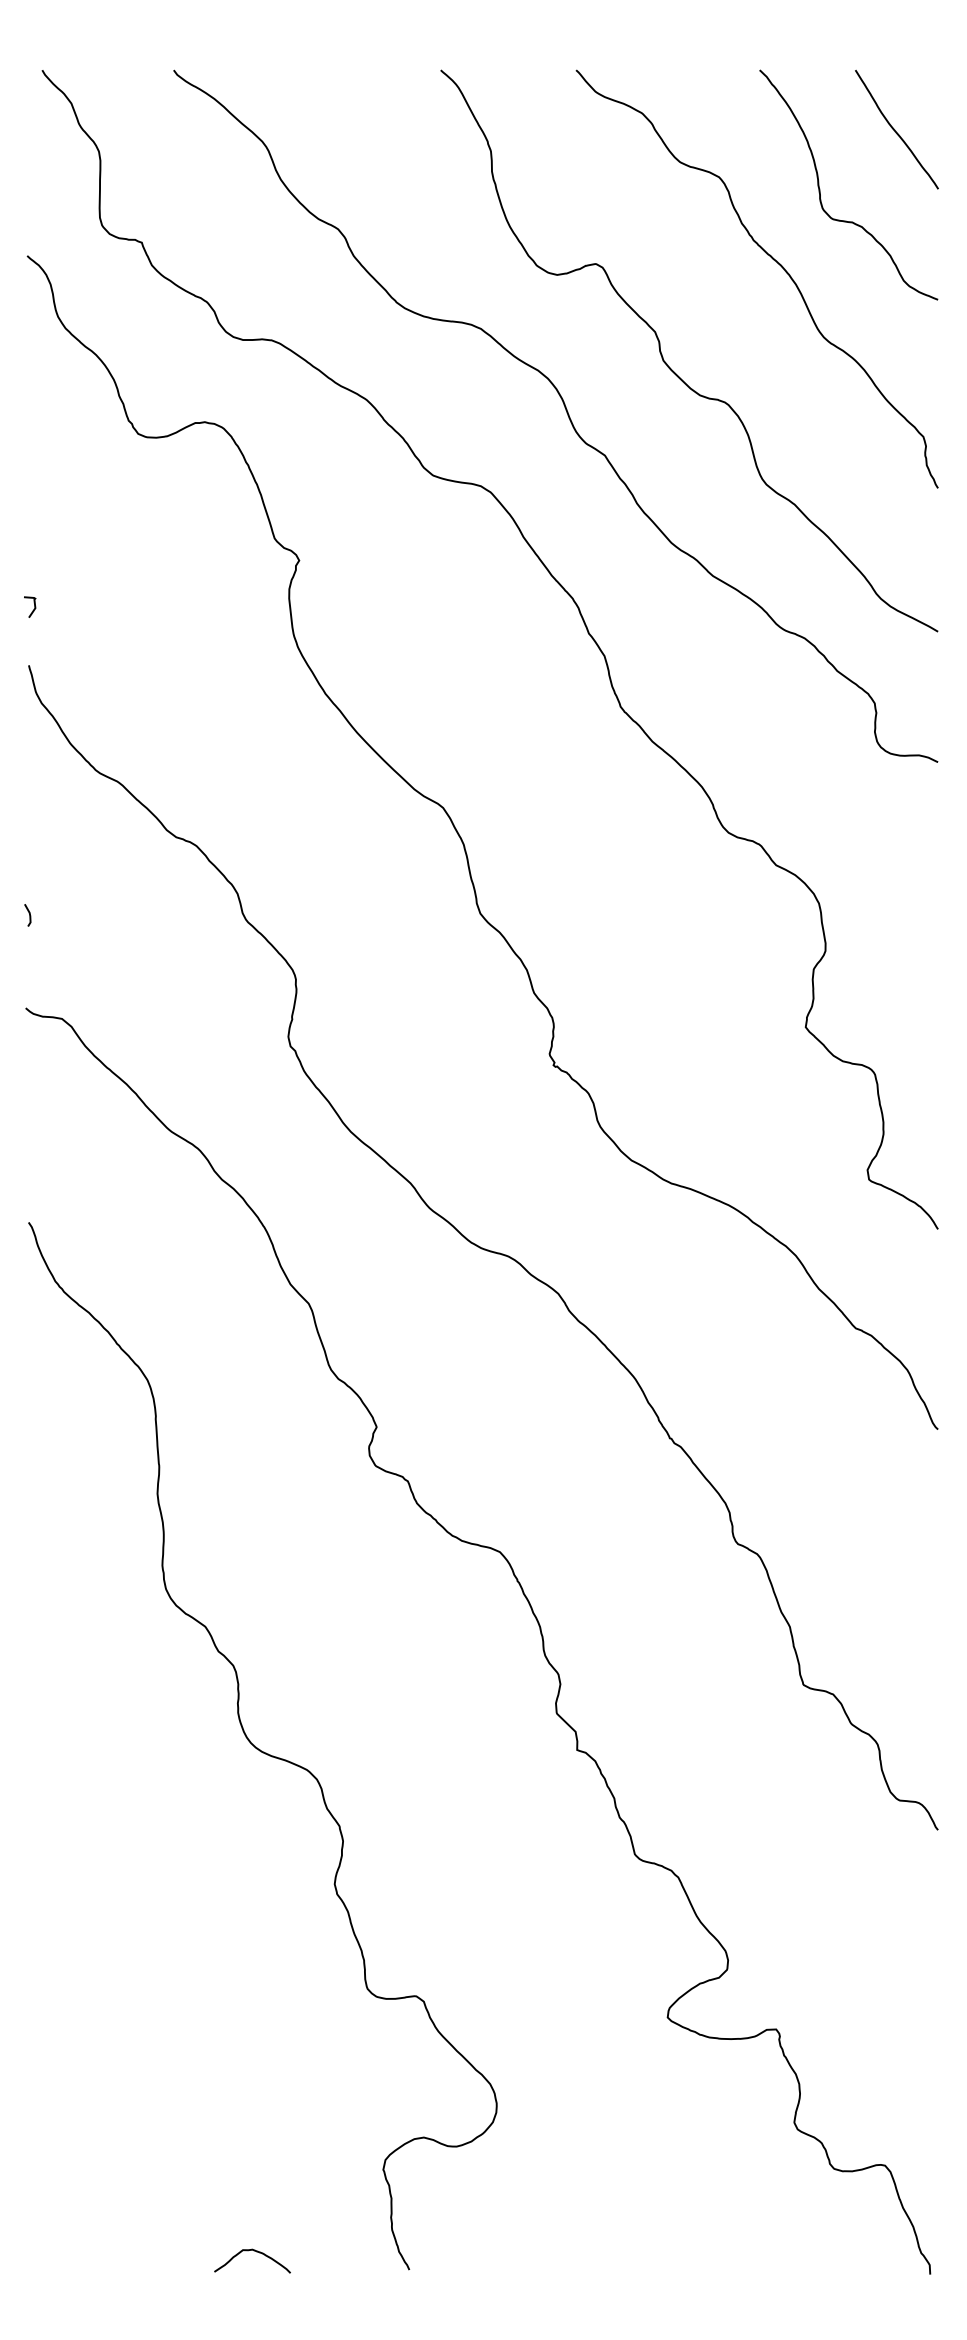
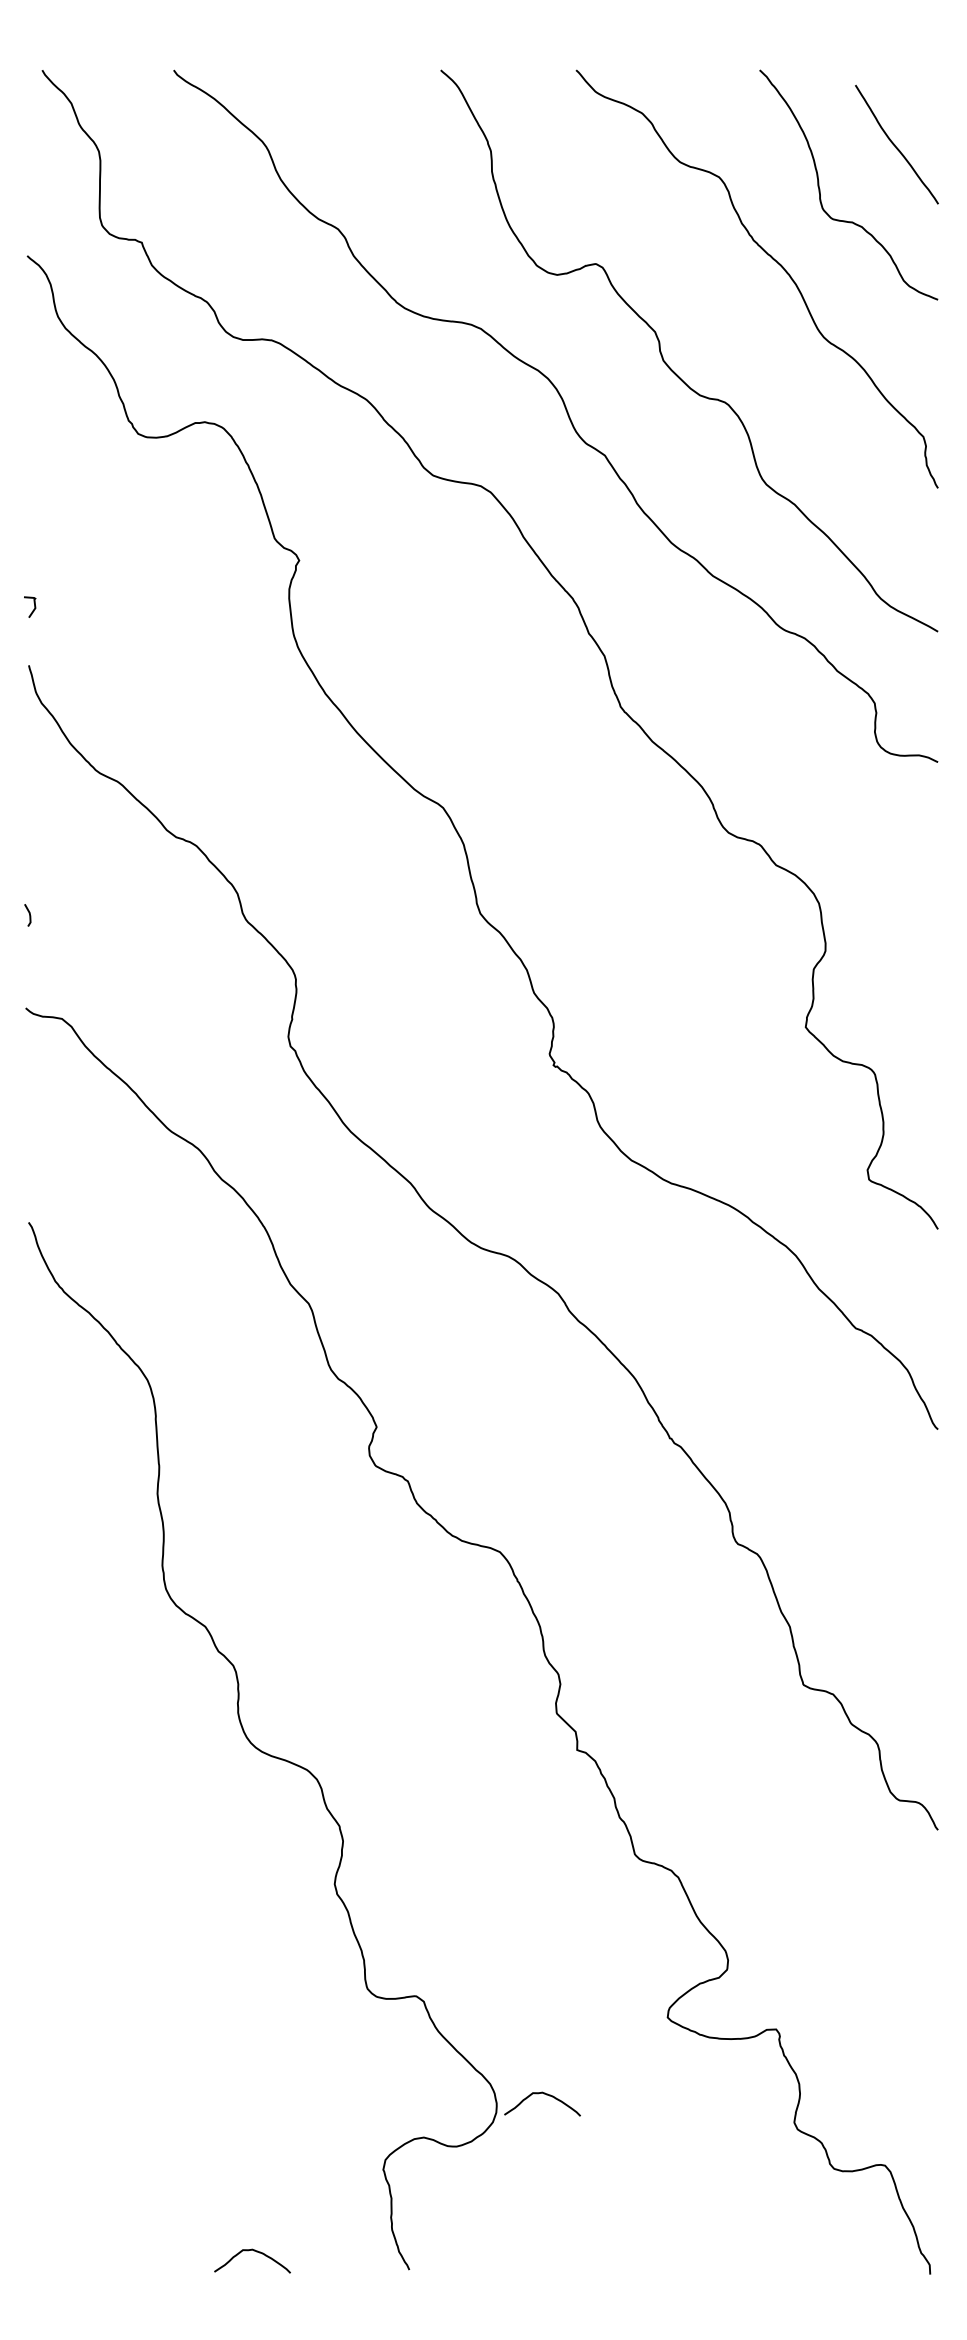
curve at (895, 129) position: (895, 129) -> (895, 144)
curve at (546, 2095): none -> present
